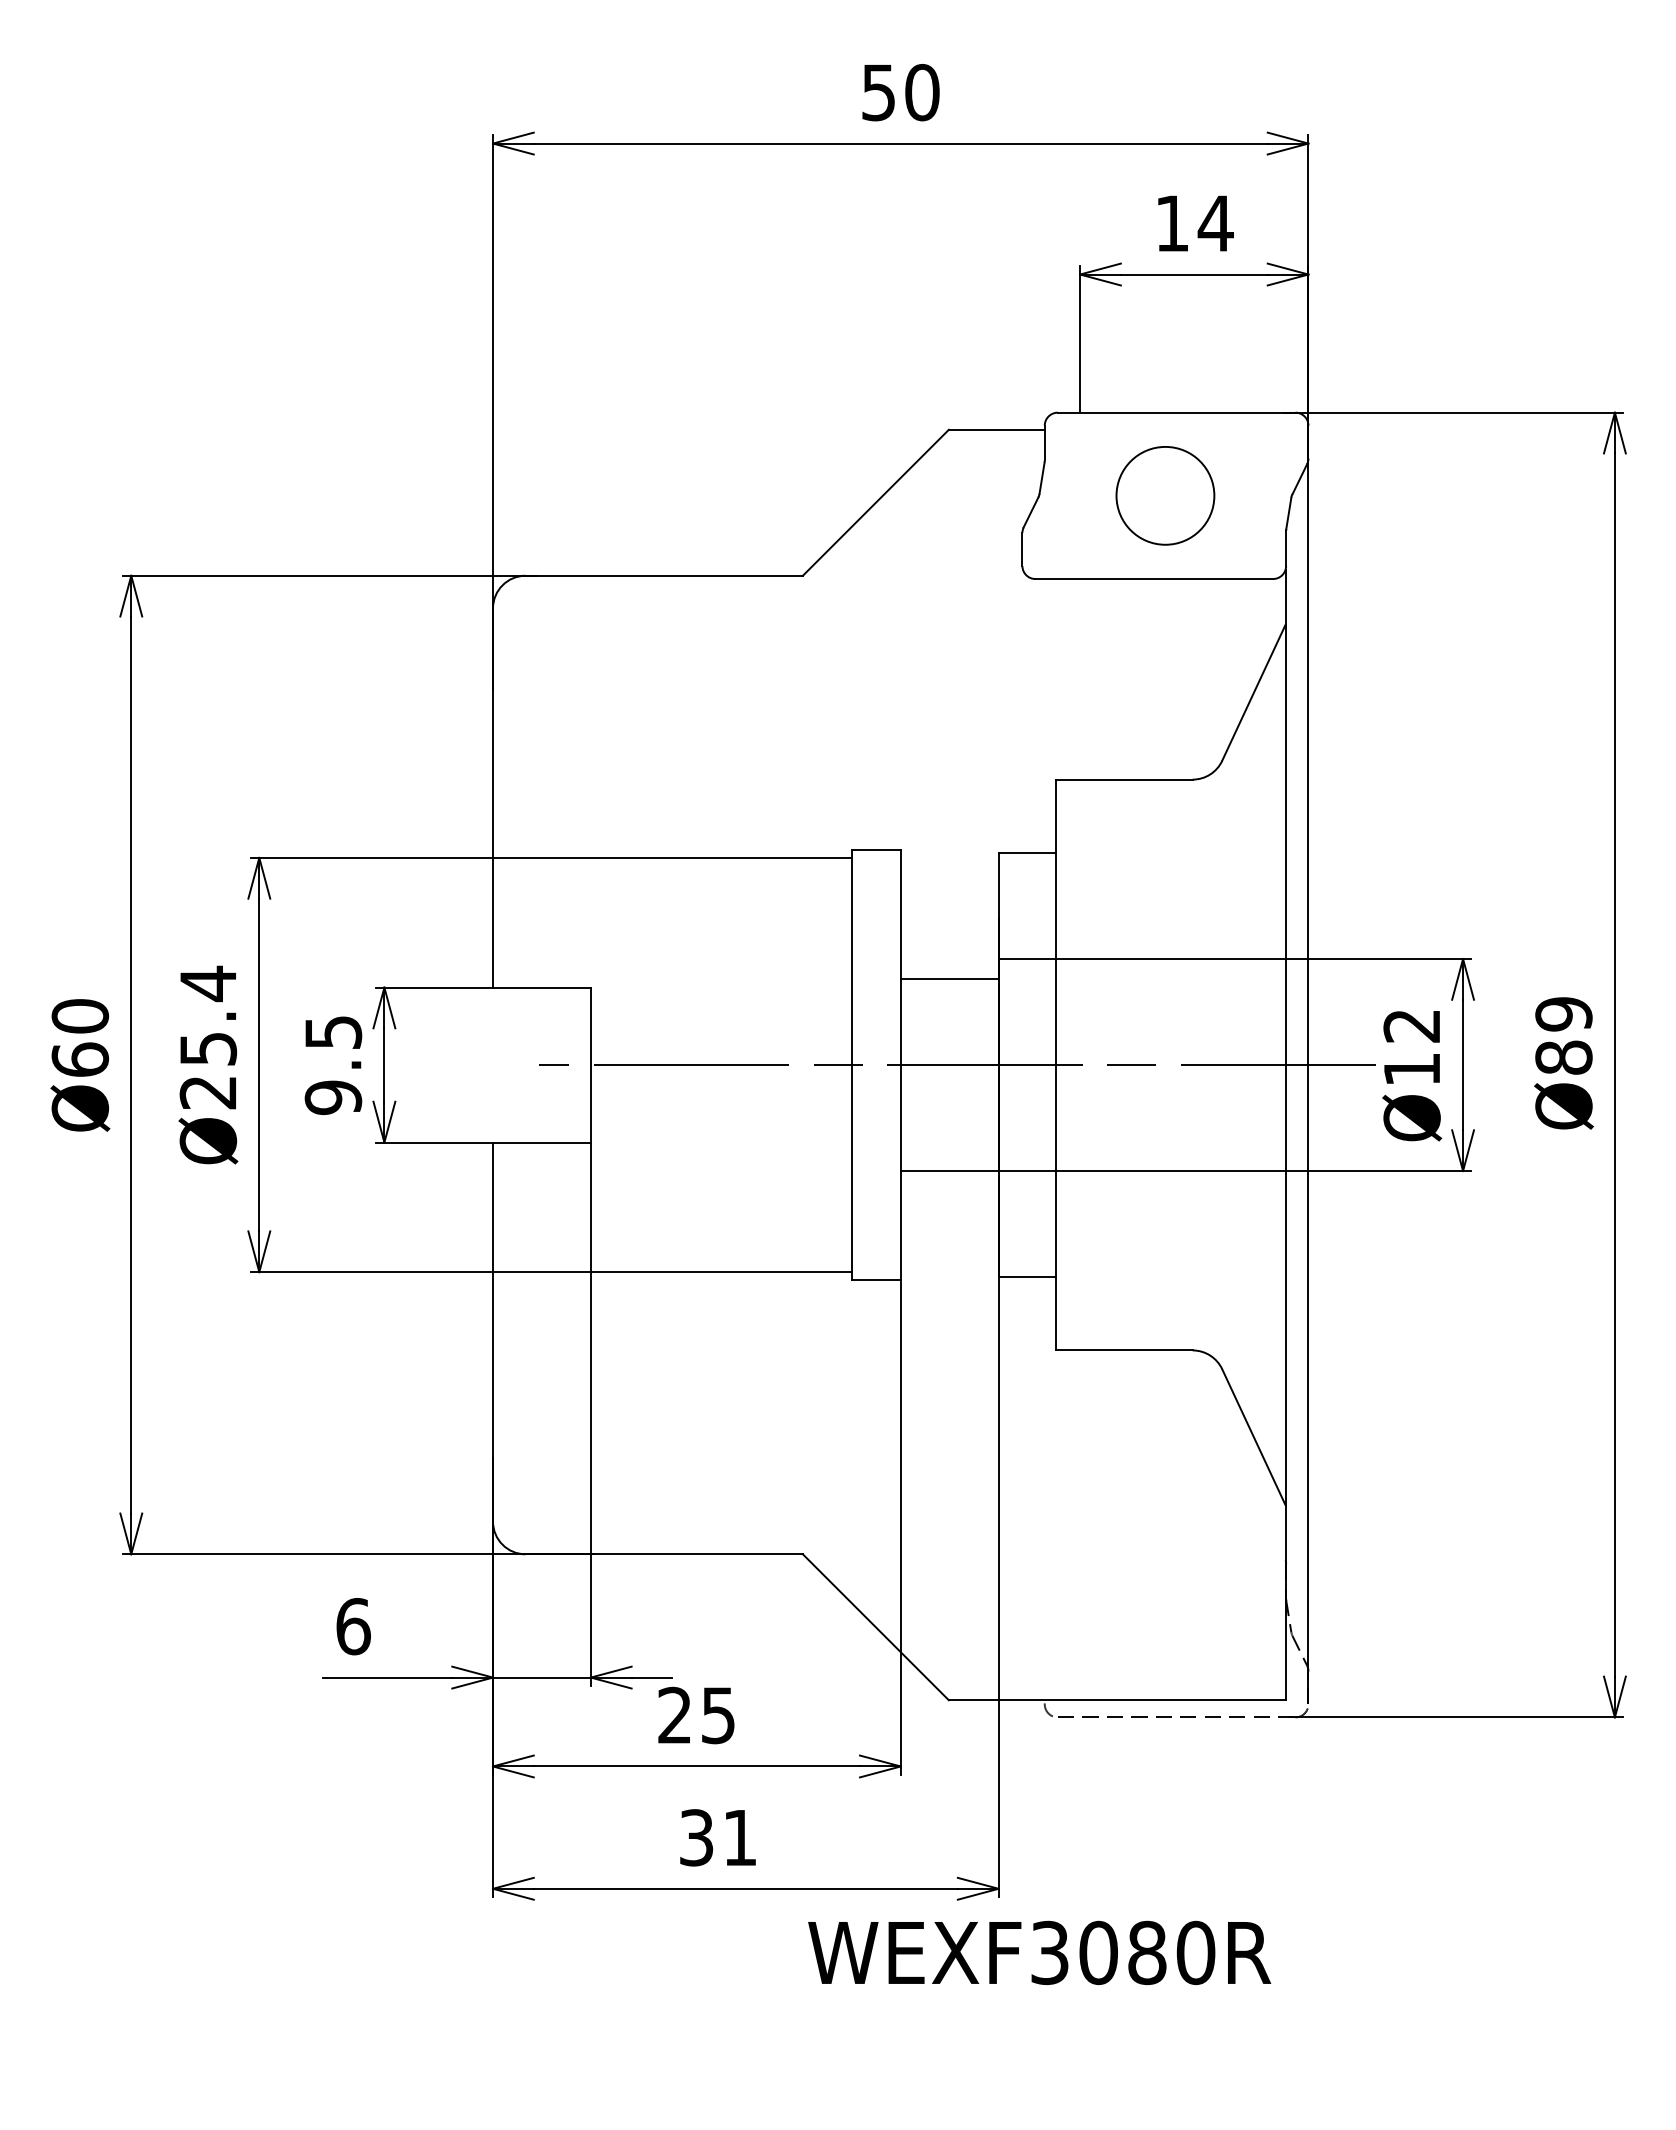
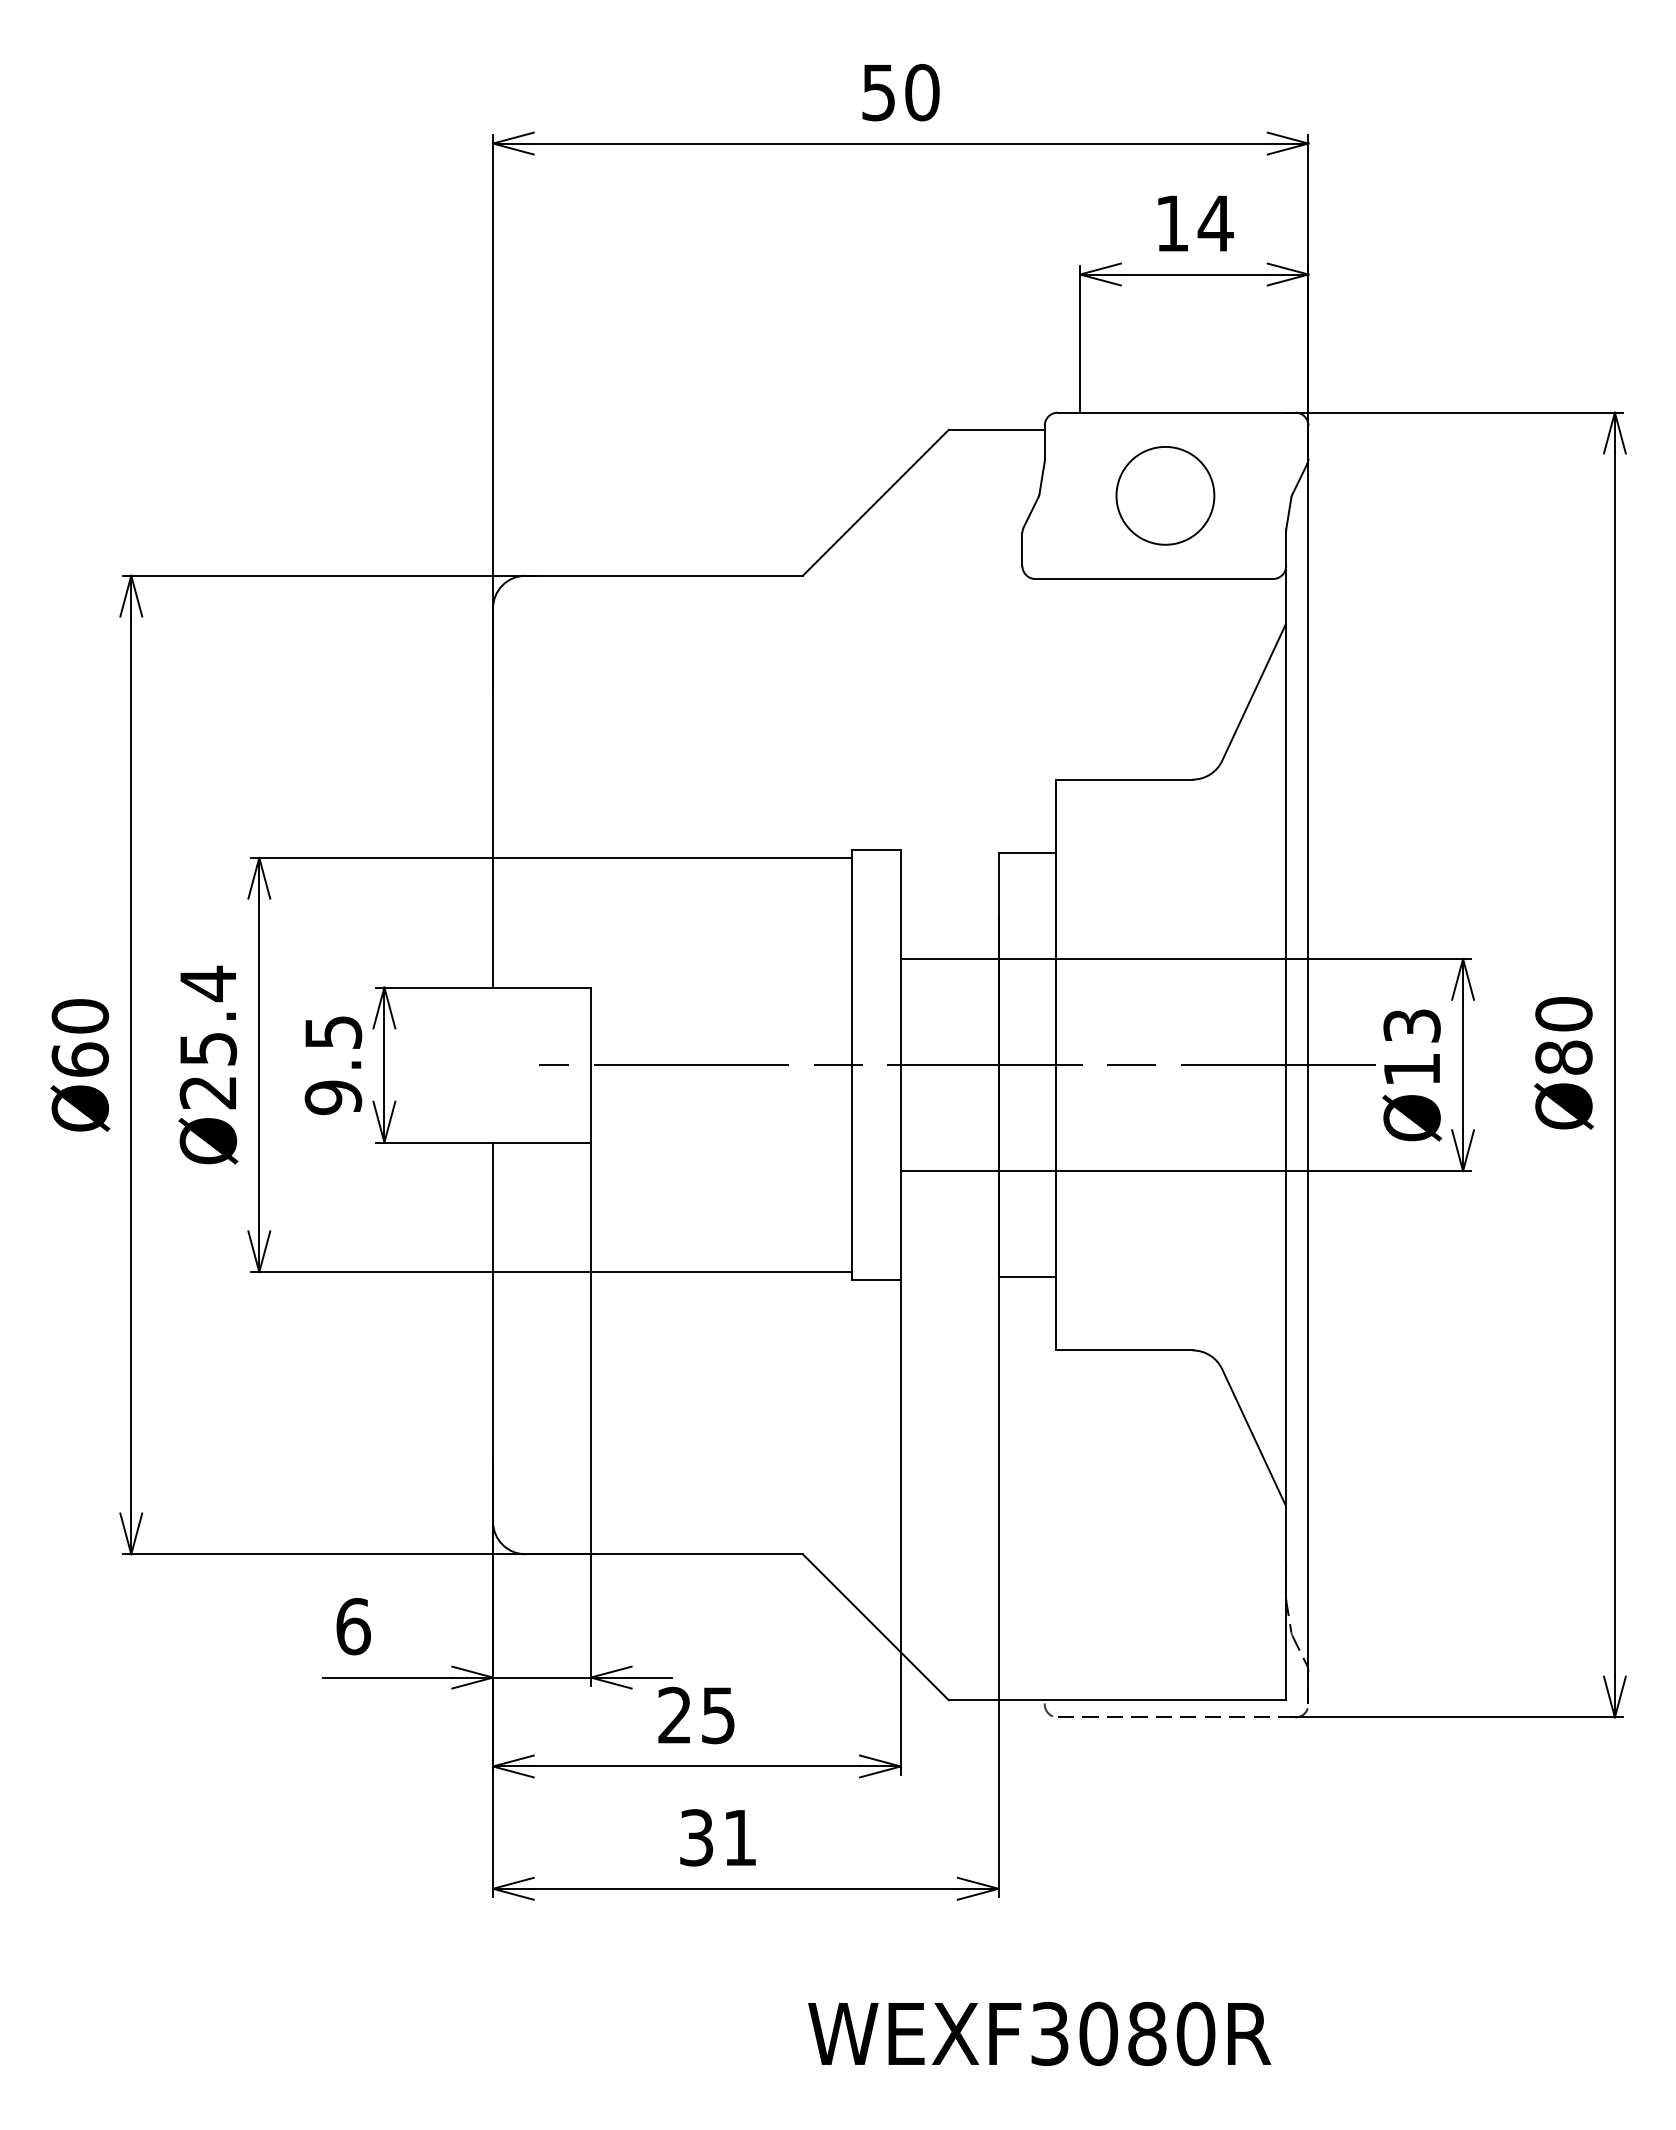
line at (949, 979) position: (949, 979) -> (949, 959)
text at (1563, 1014): Ø89 -> Ø80
text at (1411, 1025): Ø12 -> Ø13
text at (1039, 1952) position: (1039, 1952) -> (1039, 2033)
